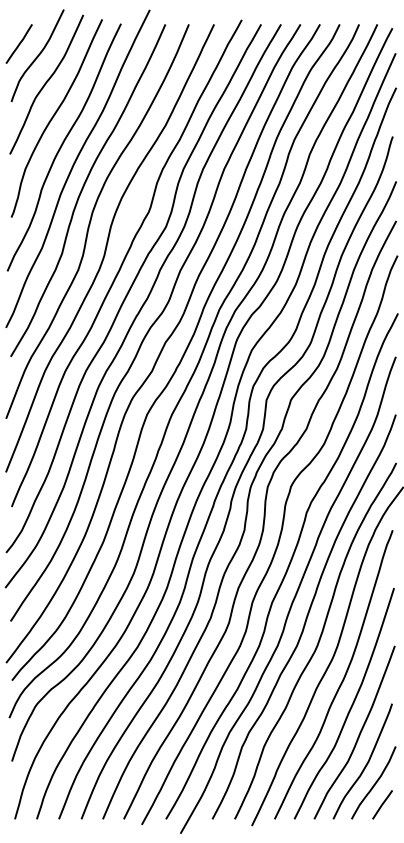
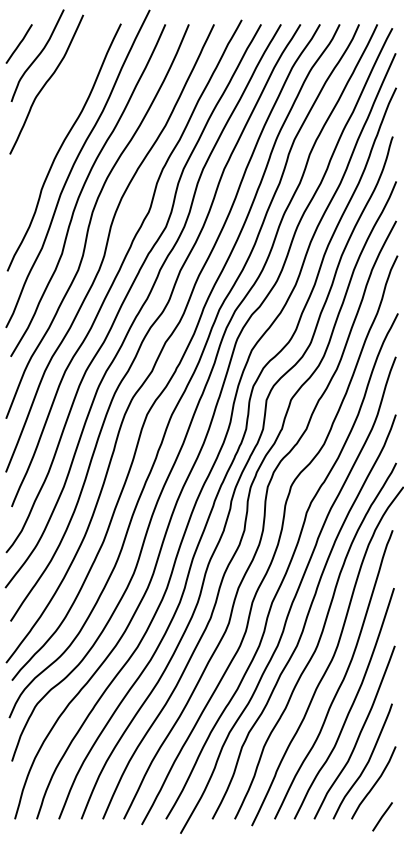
curve at (54, 116): present -> none
line at (382, 804) position: (382, 804) -> (382, 816)
